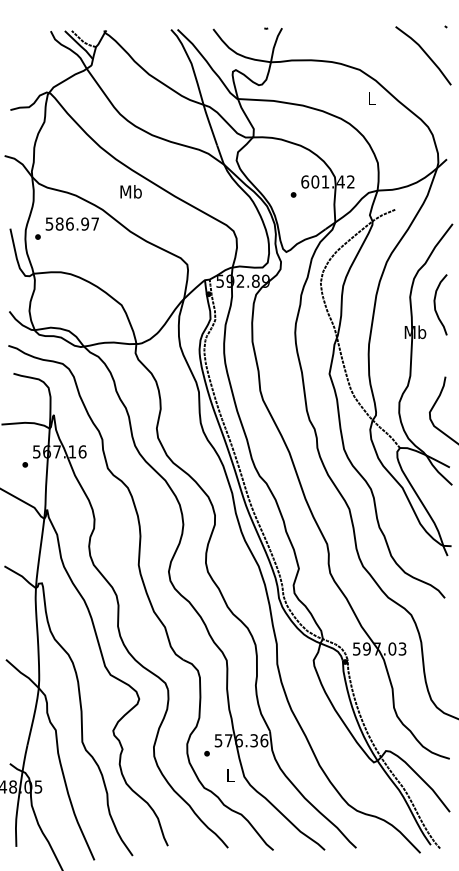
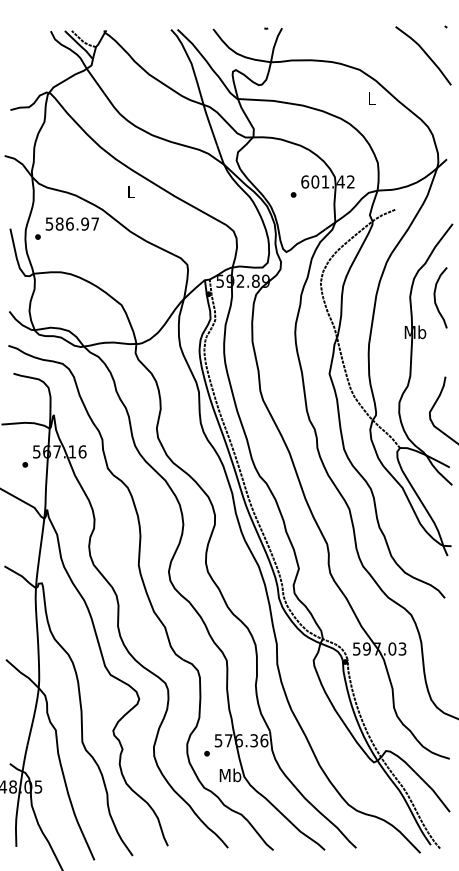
text at (130, 191): Mb -> L
curve at (435, 304) position: (435, 304) -> (435, 297)
text at (230, 775): L -> Mb
